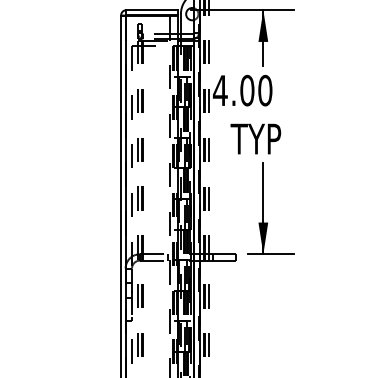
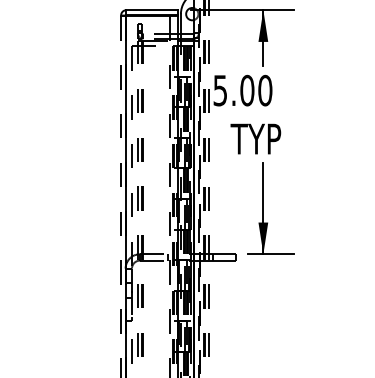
text at (219, 90): 4.00 -> 5.00
line at (199, 189): solid -> dashed
line at (121, 196): solid -> dashed
